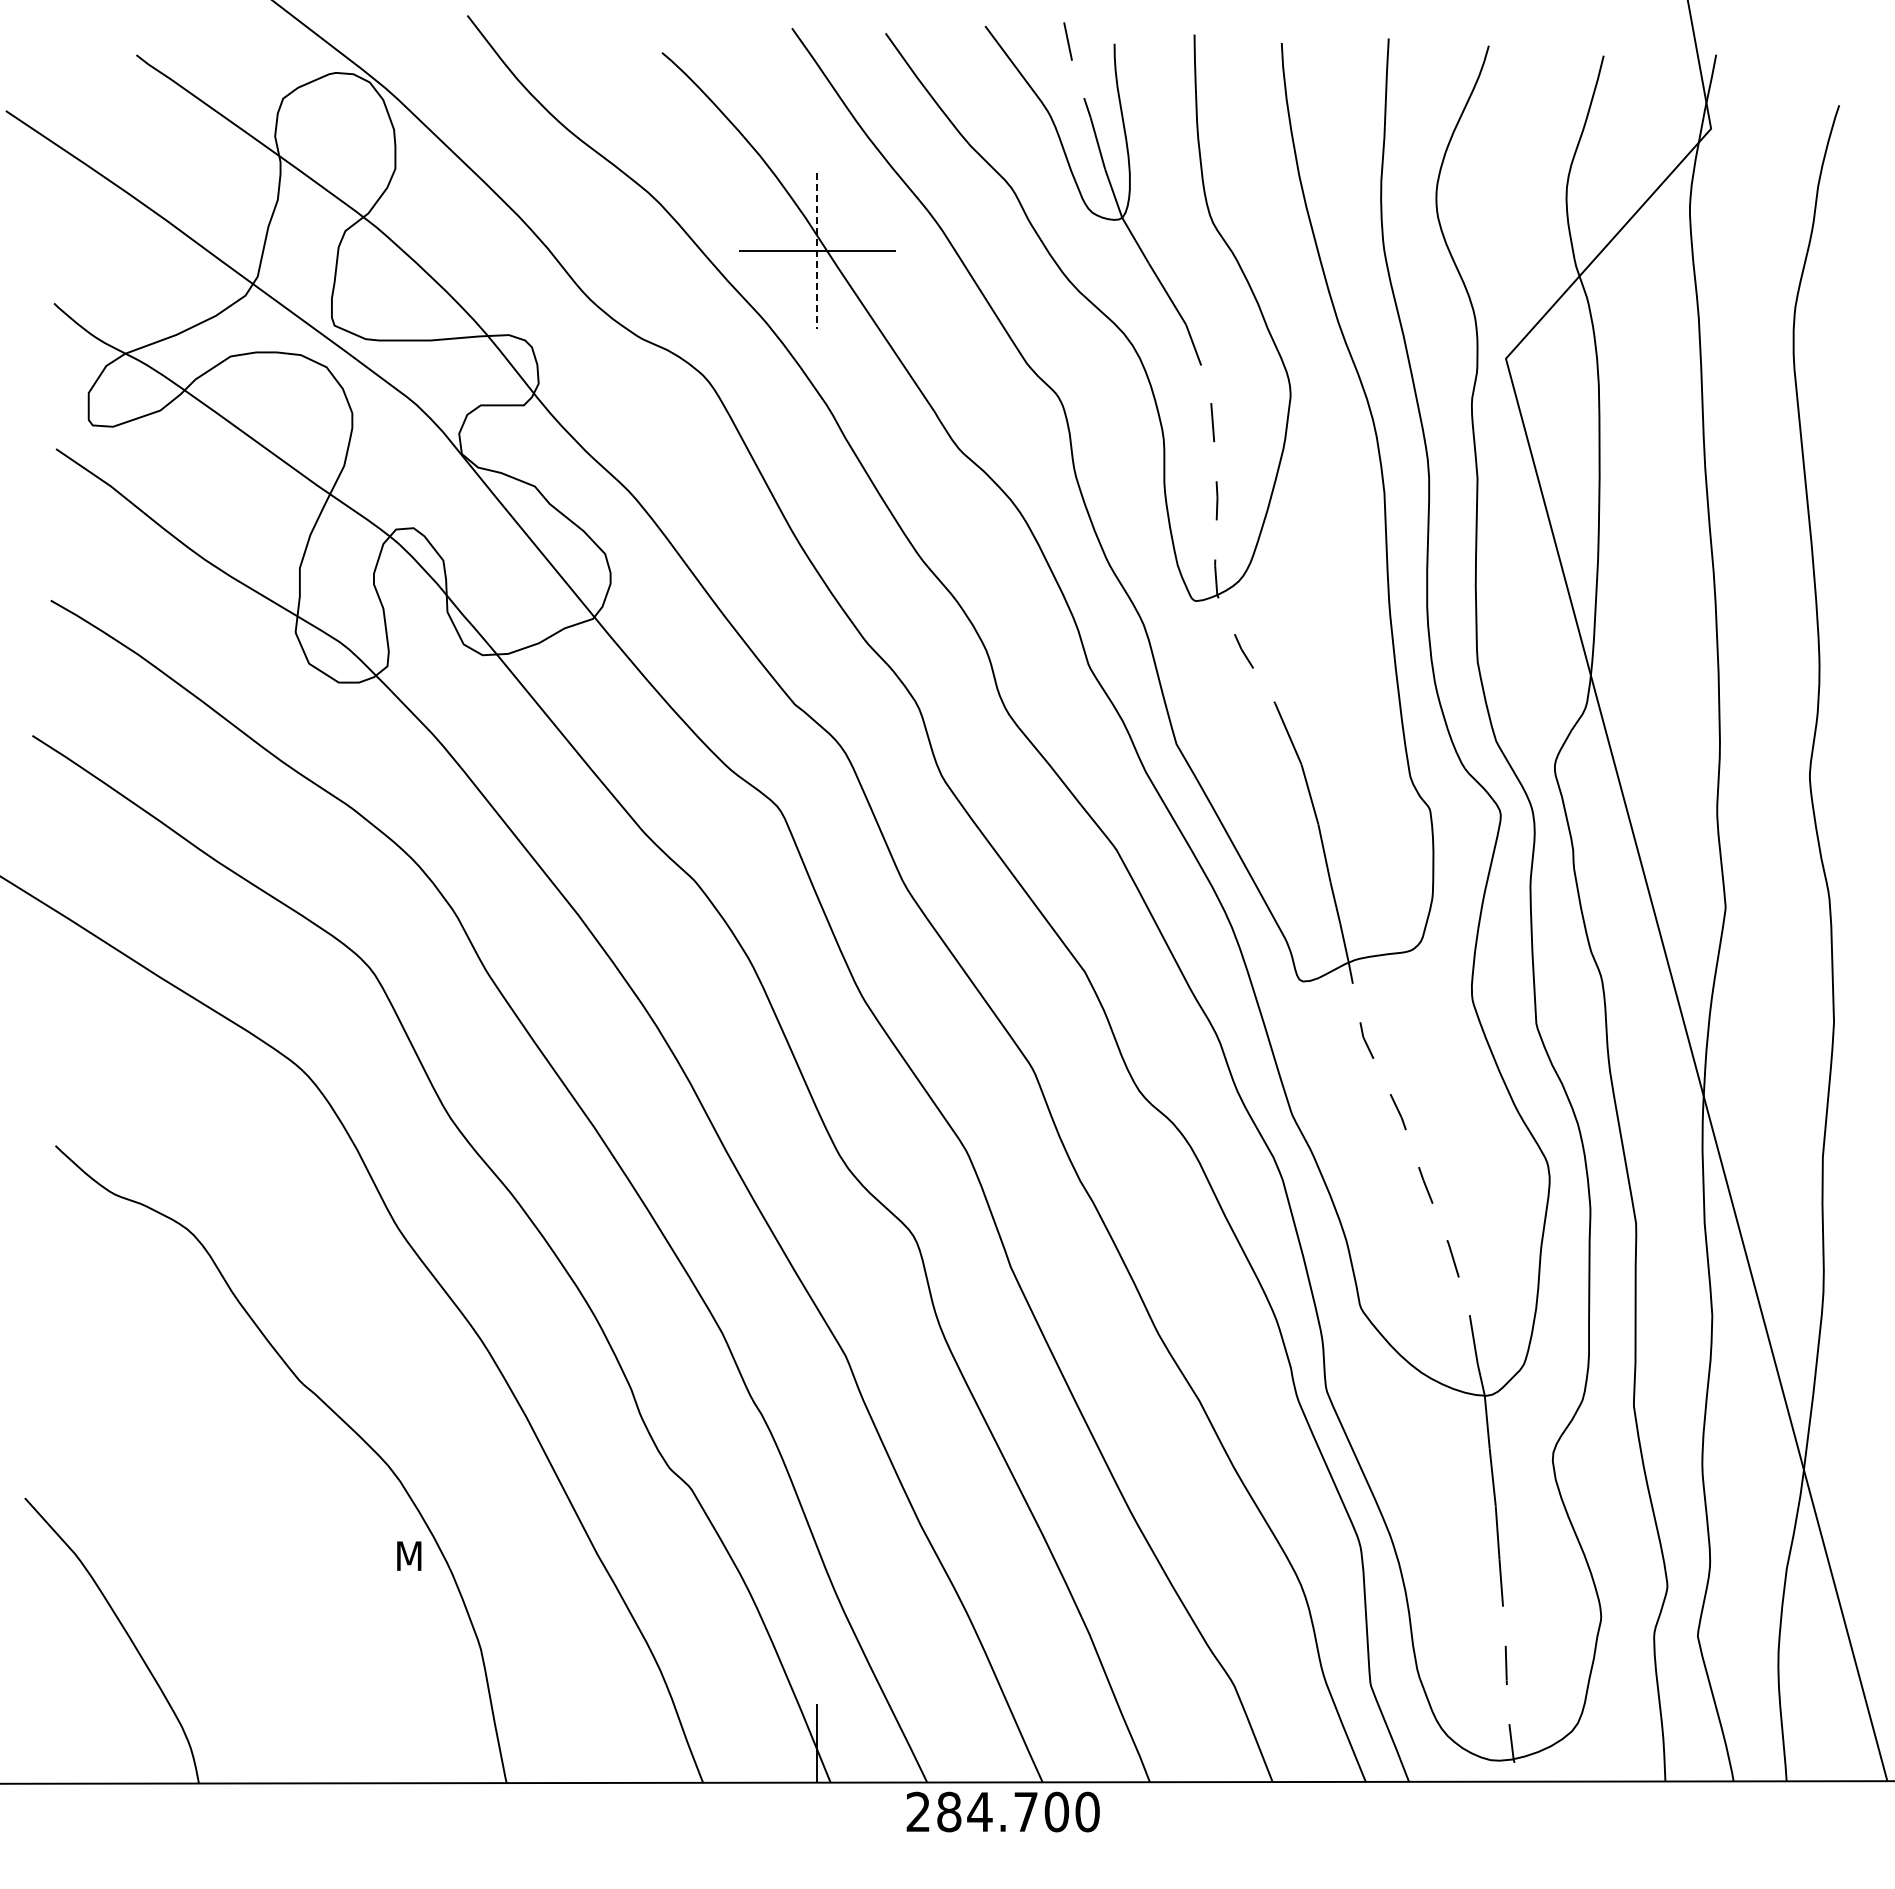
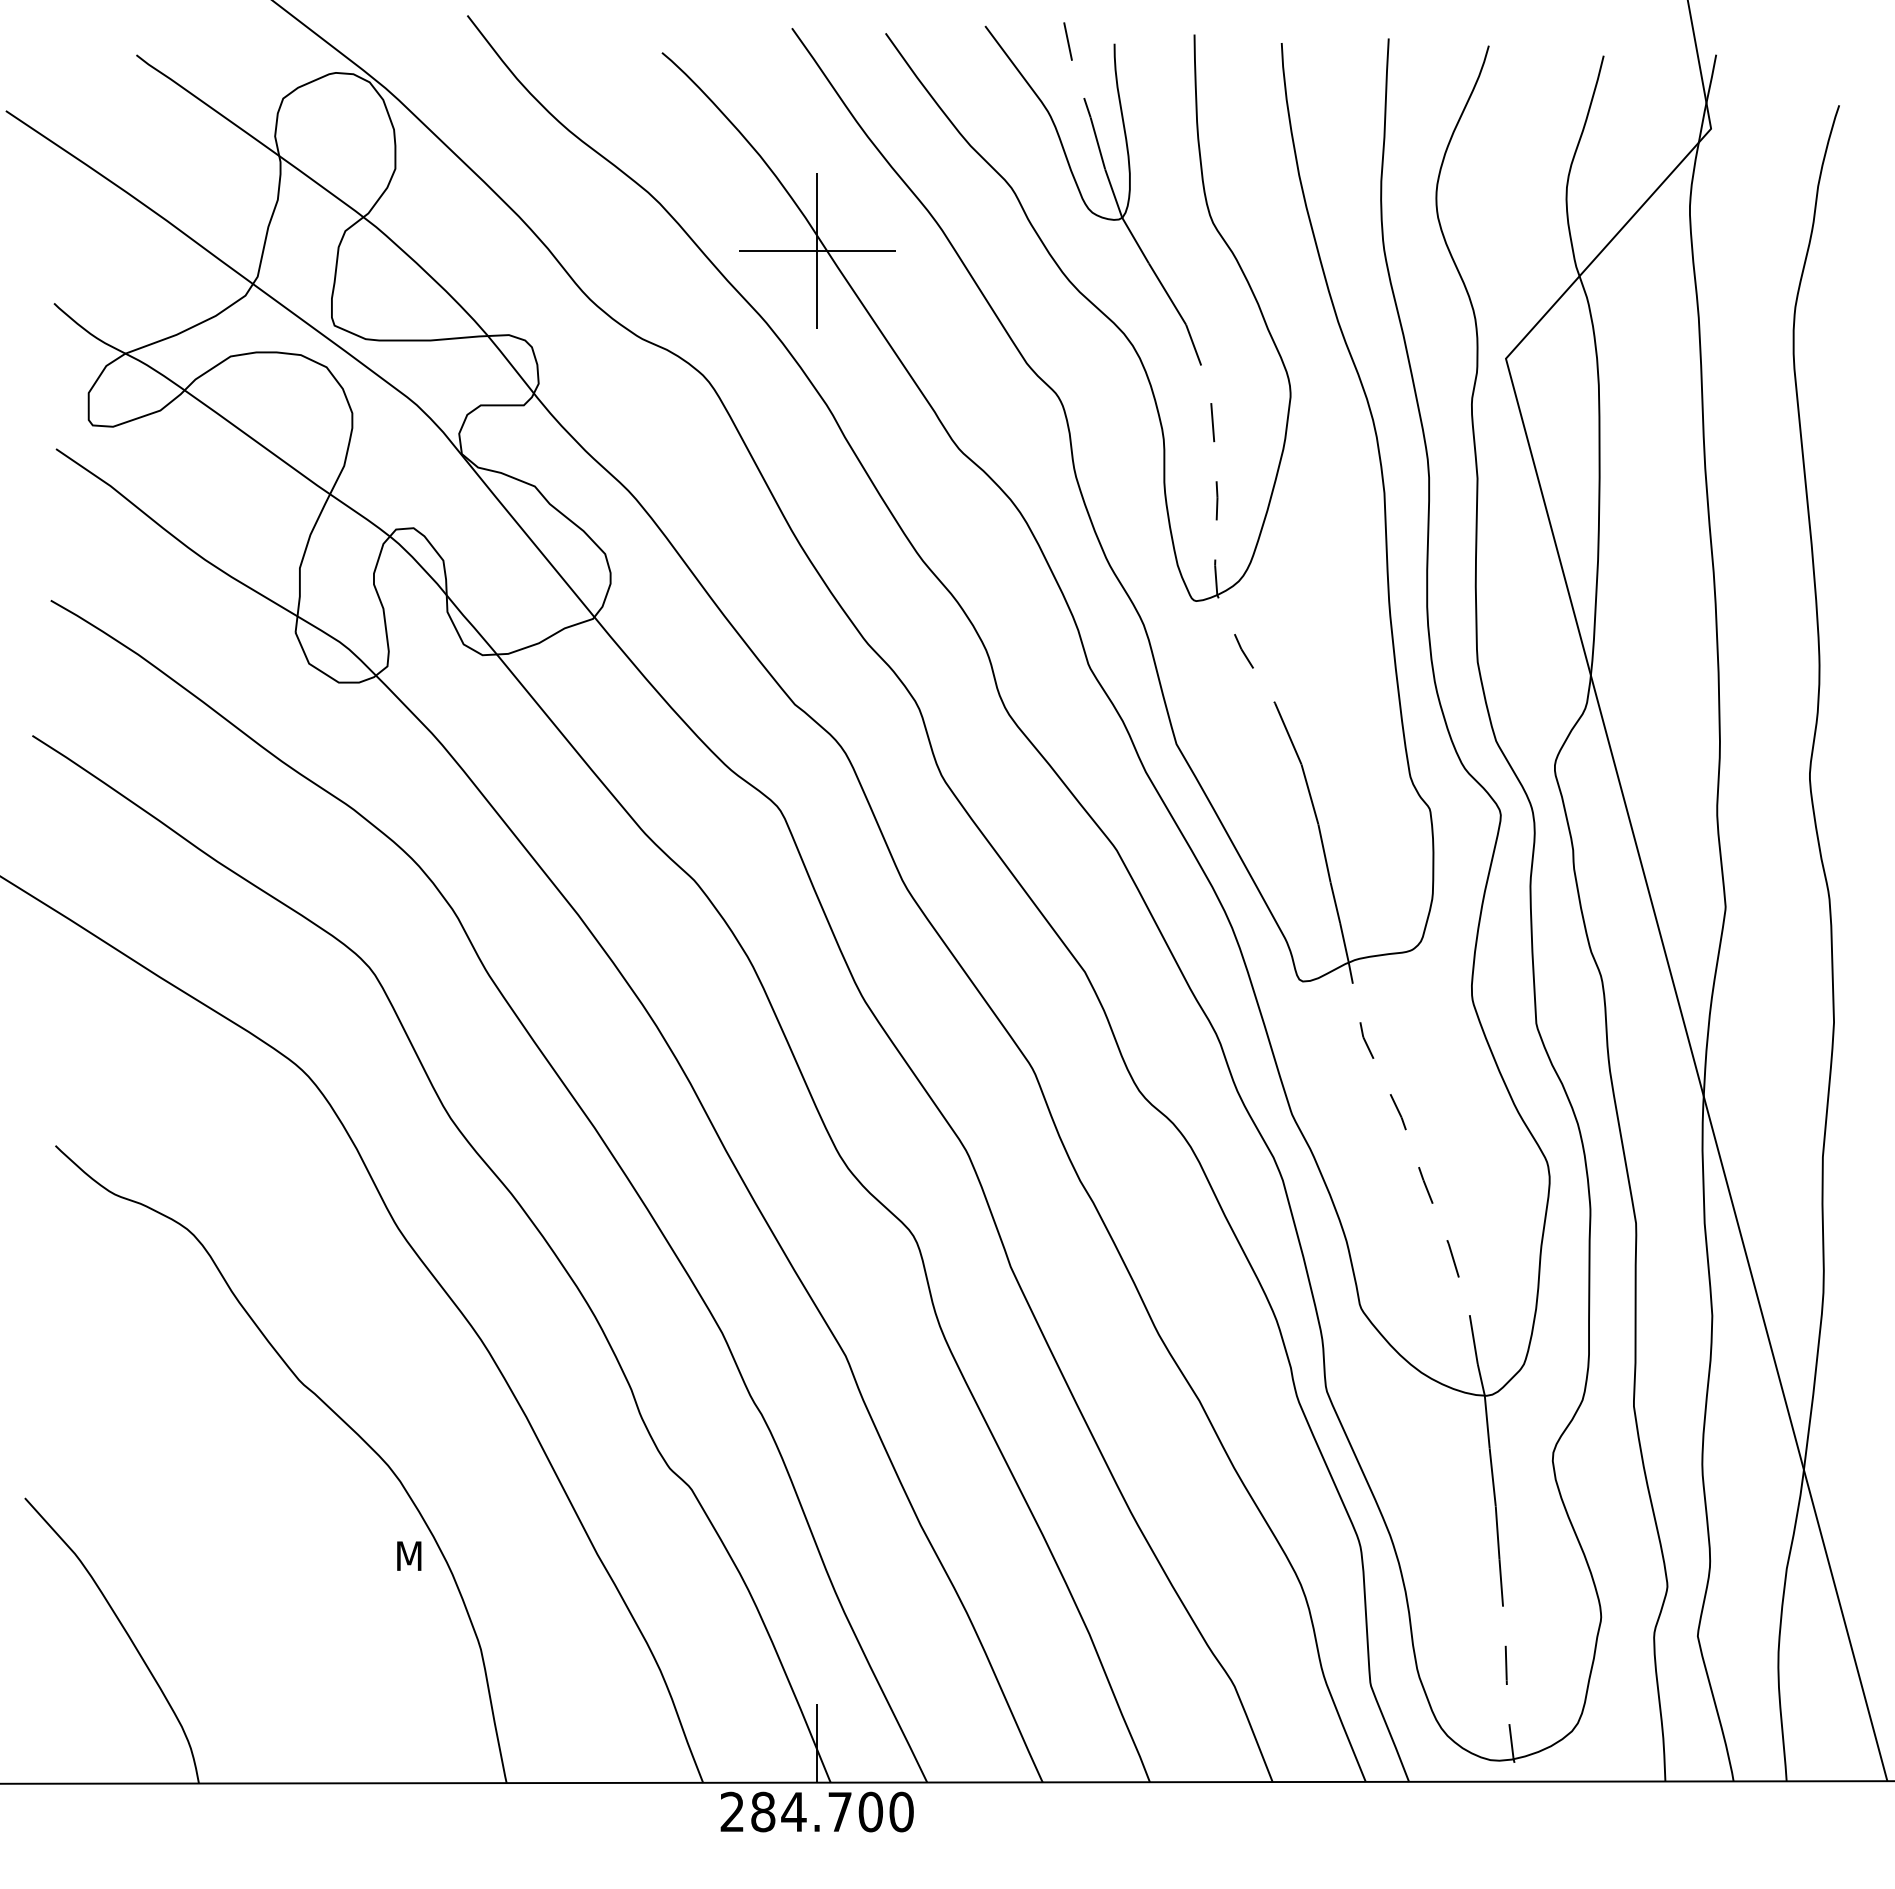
line at (817, 251): dashed -> solid
text at (1002, 1811) position: (1002, 1811) -> (816, 1811)
